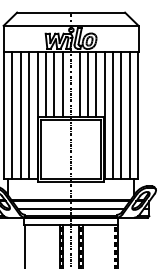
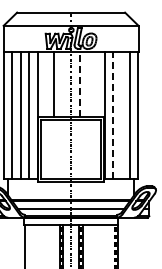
line at (45, 84): present -> none
line at (62, 84): present -> none
line at (79, 84): solid -> dashed
line at (87, 84): present -> none
line at (96, 84): present -> none
line at (113, 115): solid -> dashed
line at (121, 115): present -> none
